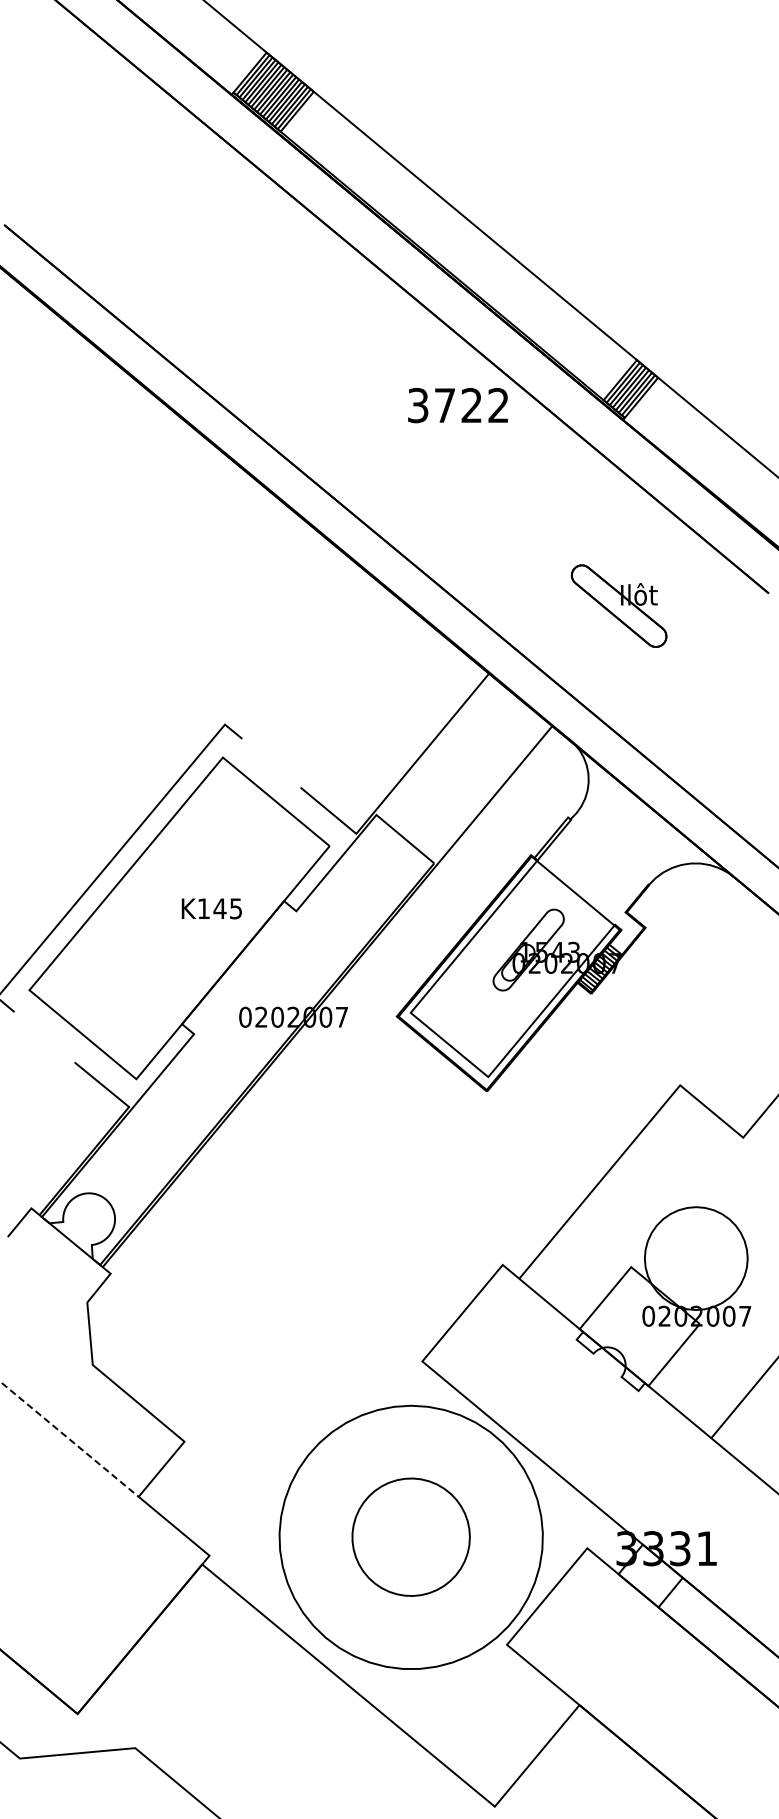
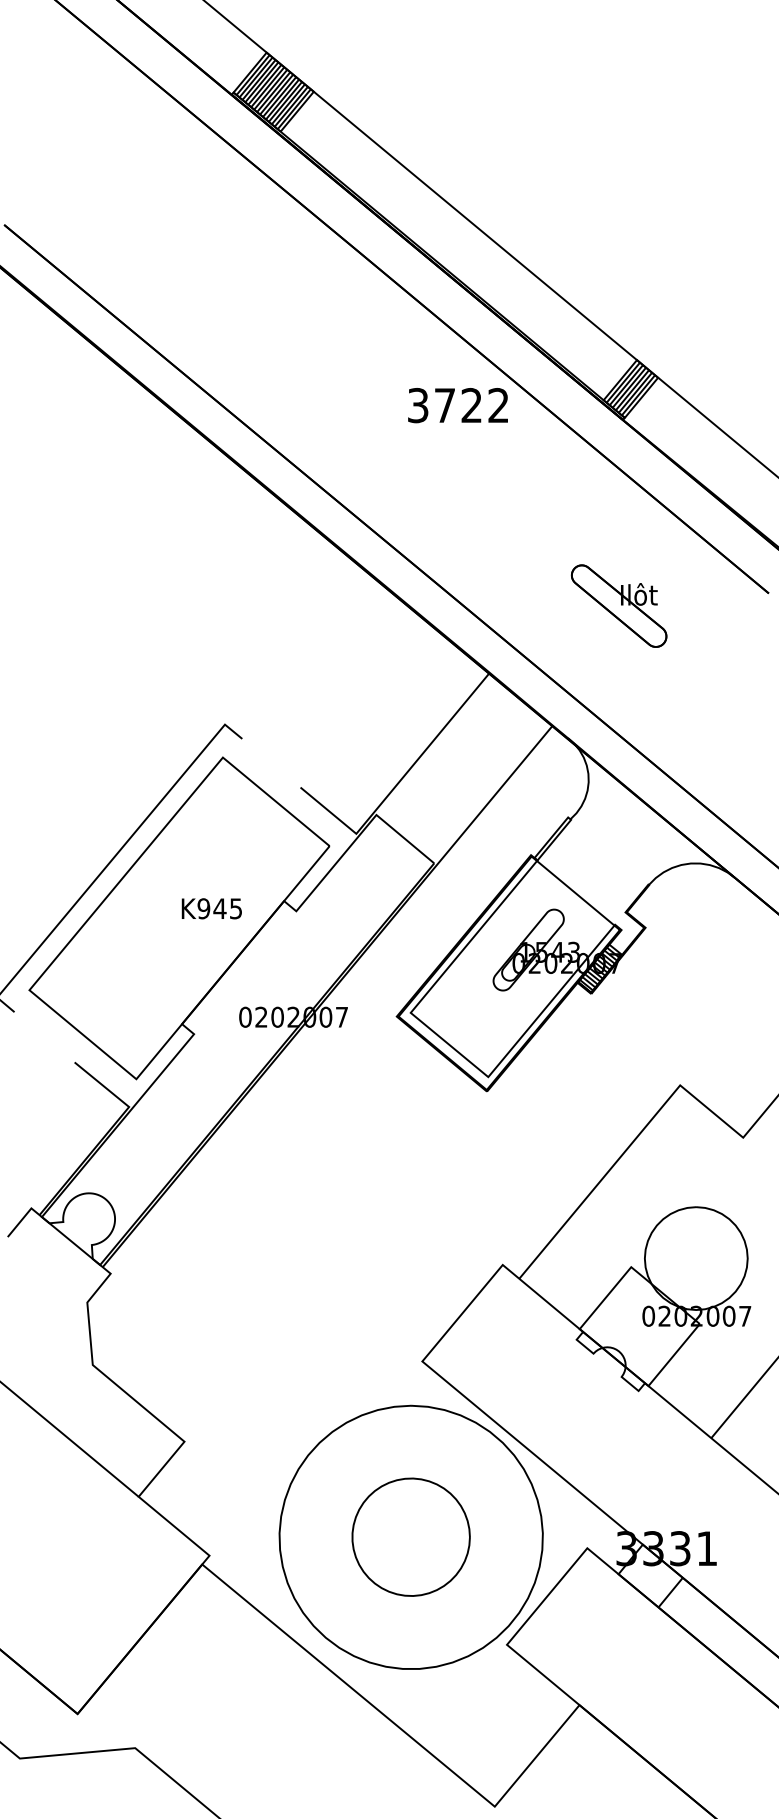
text at (203, 908): K145 -> K945
line at (69, 1439): dashed -> solid
